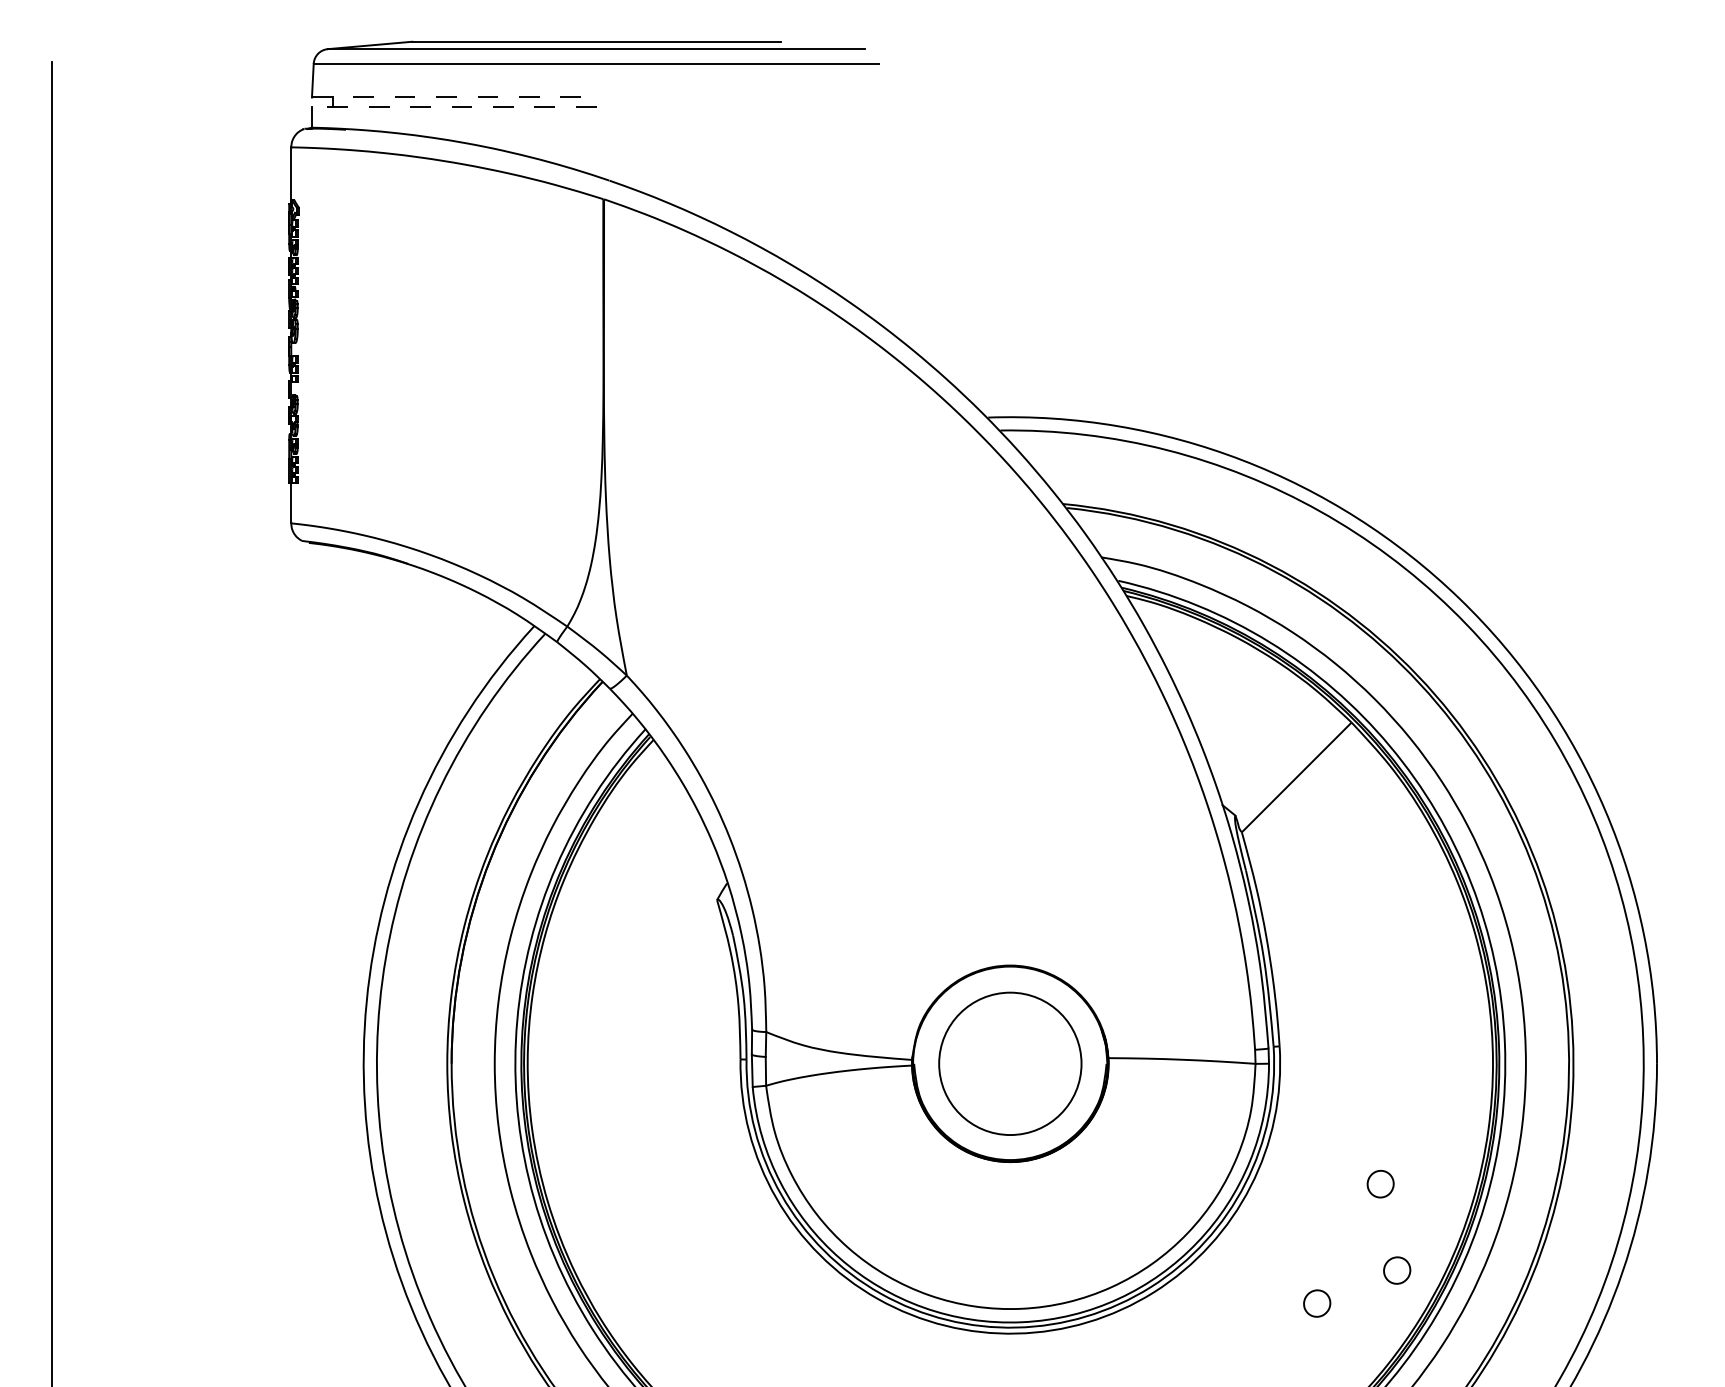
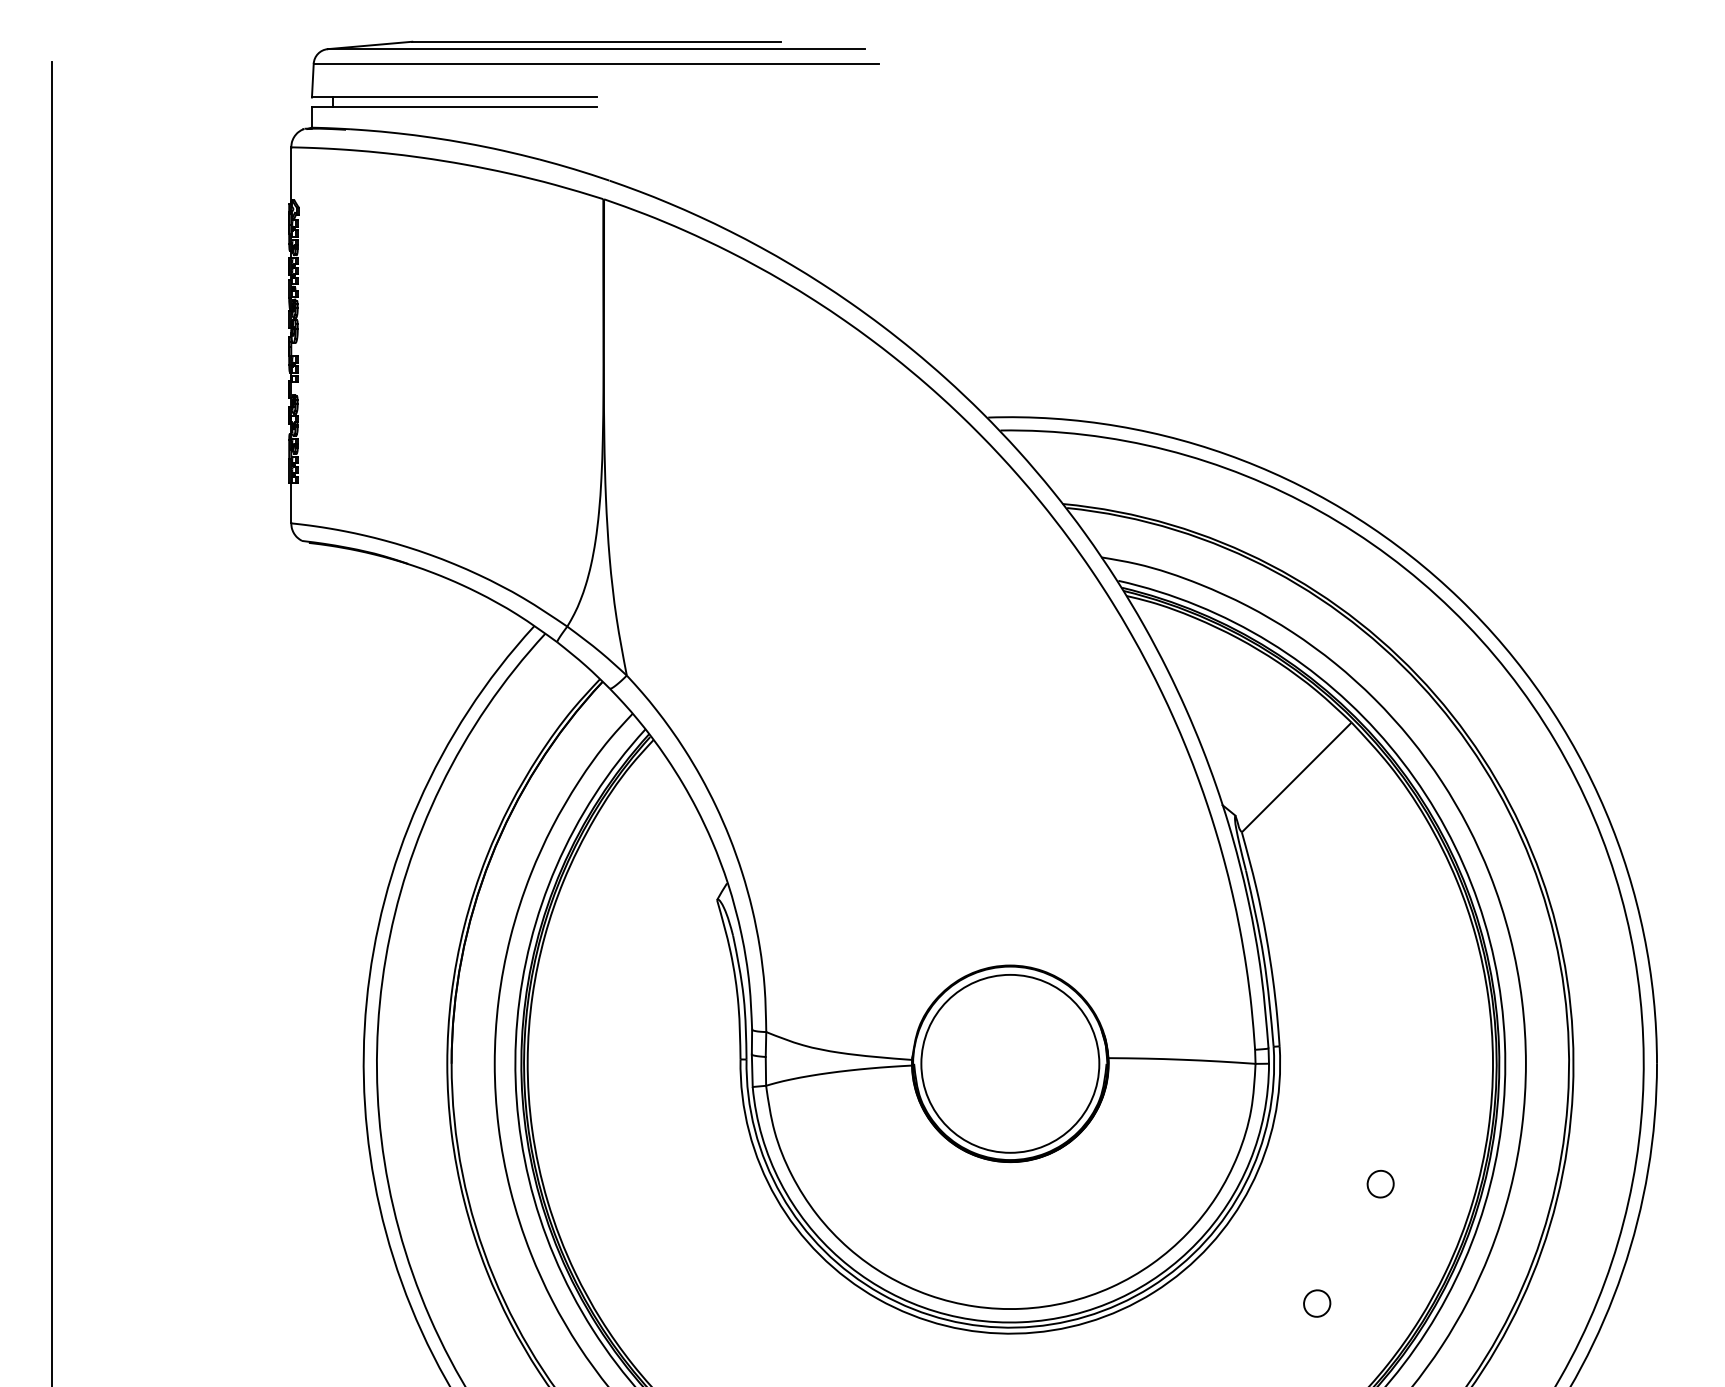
line at (454, 97): dashed -> solid
line at (453, 106): dashed -> solid
circle at (1010, 1063) diameter: 142 px -> 178 px
part at (1397, 1270): present -> none
